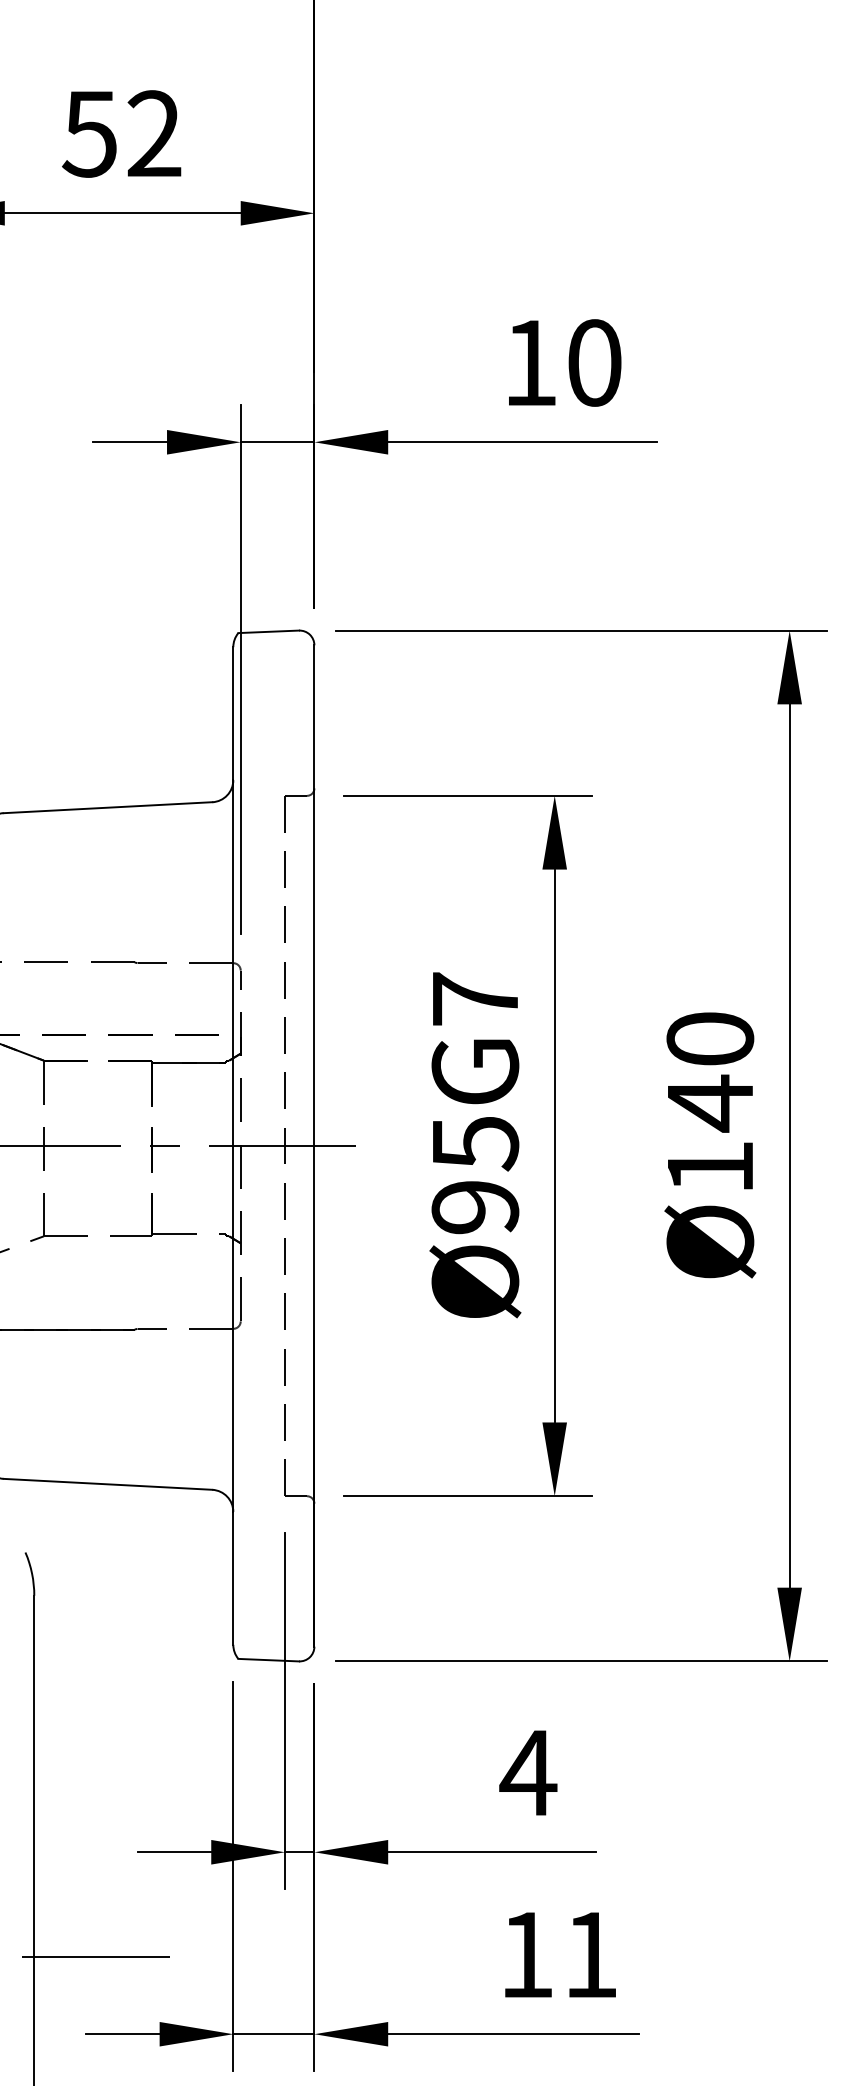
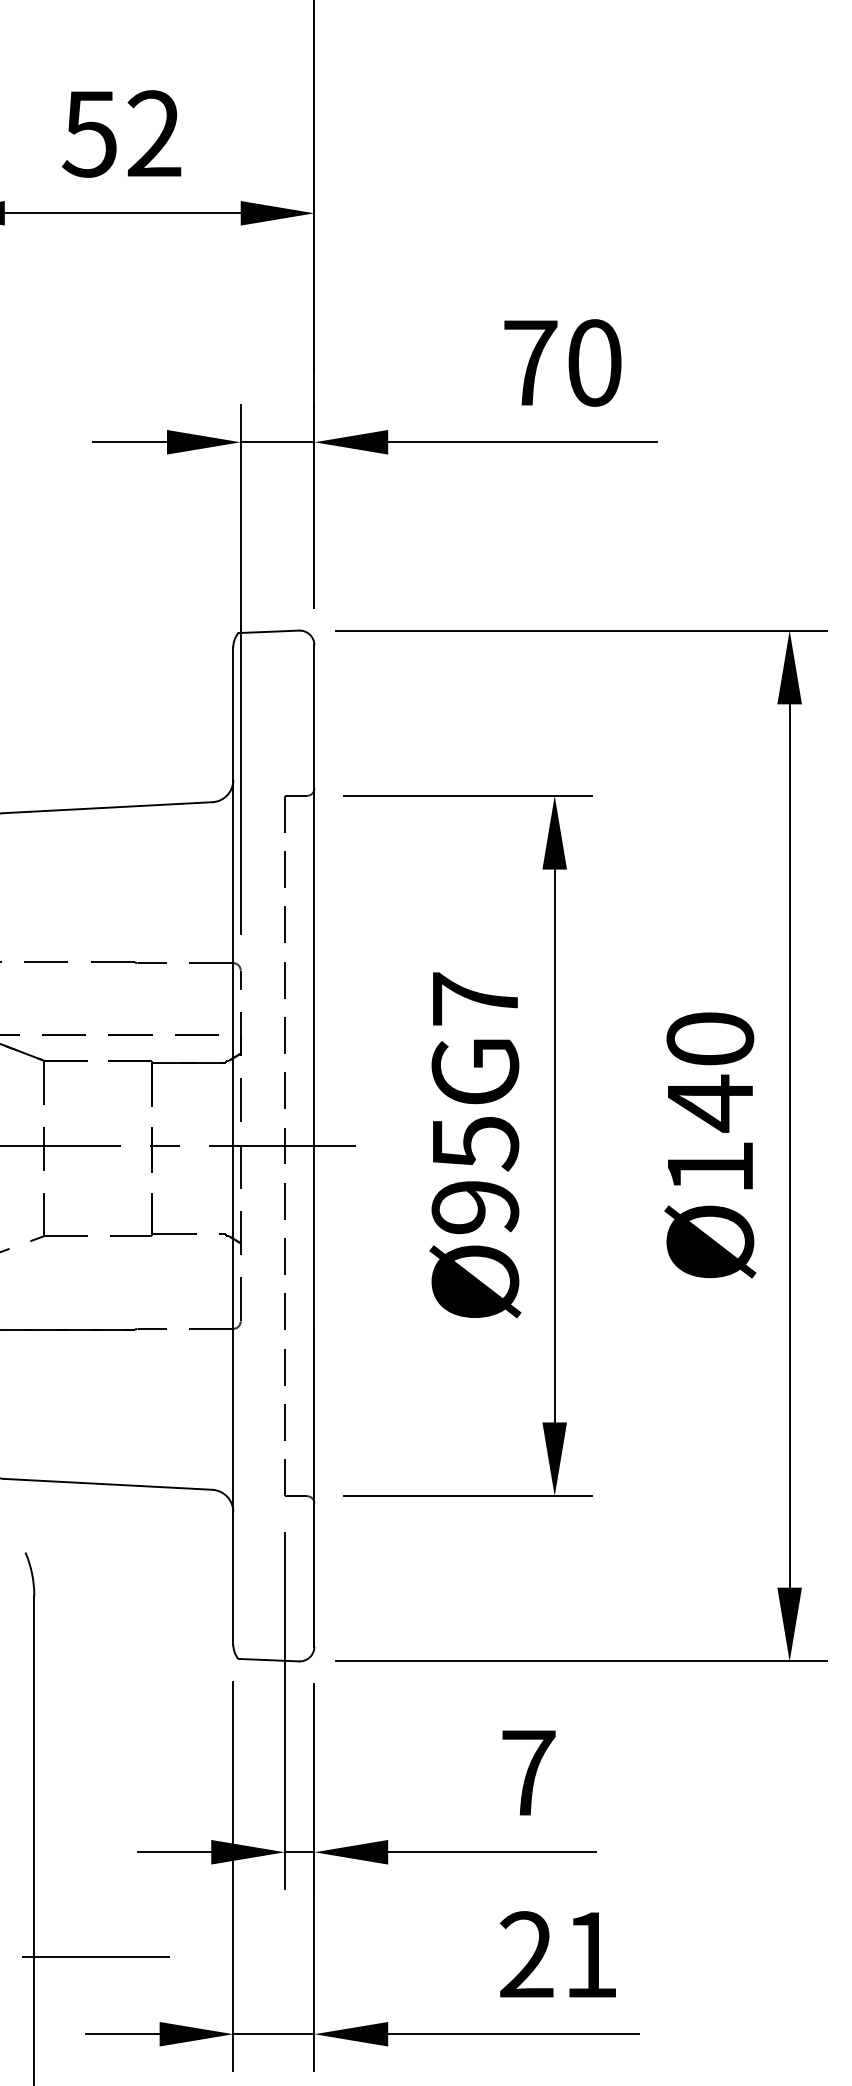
text at (530, 362): 10 -> 70
text at (528, 1772): 4 -> 7
text at (526, 1954): 11 -> 21
